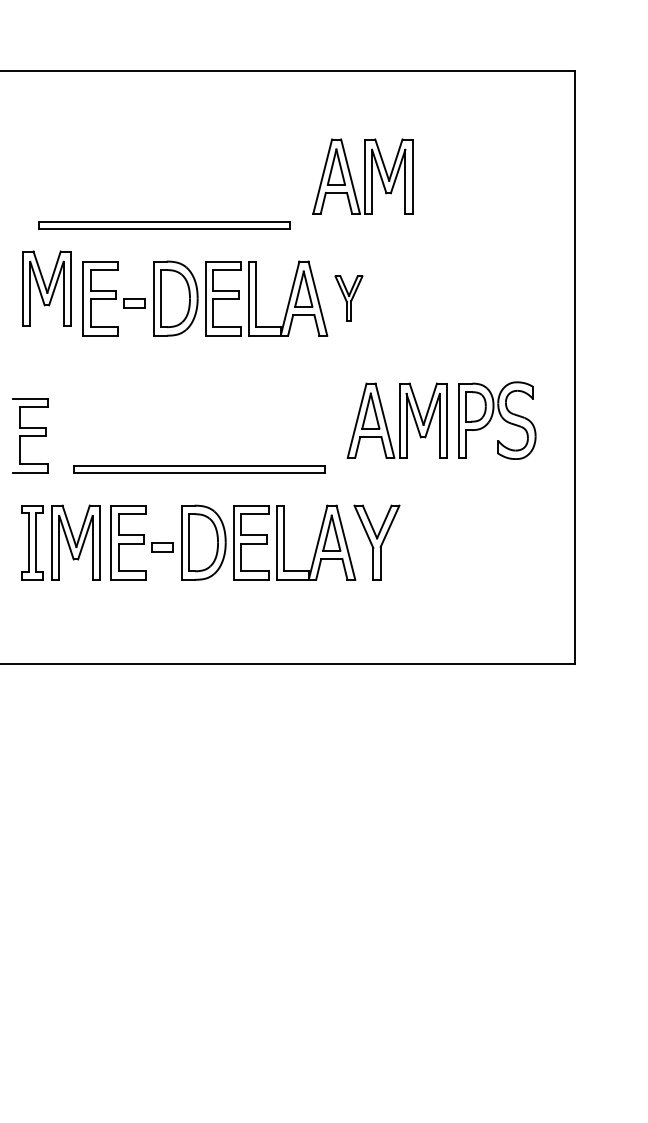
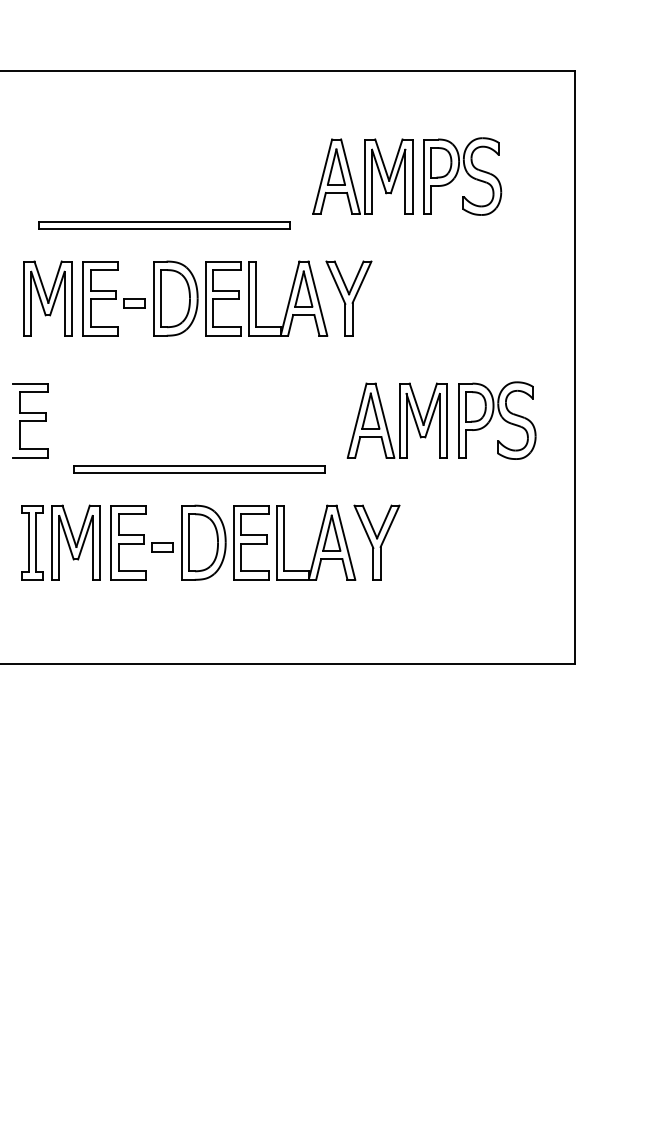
part at (462, 176): none -> present
part at (46, 288) position: (46, 288) -> (47, 298)
part at (348, 298) size: 30x47 px -> 48x77 px
part at (30, 435) position: (30, 435) -> (30, 420)
